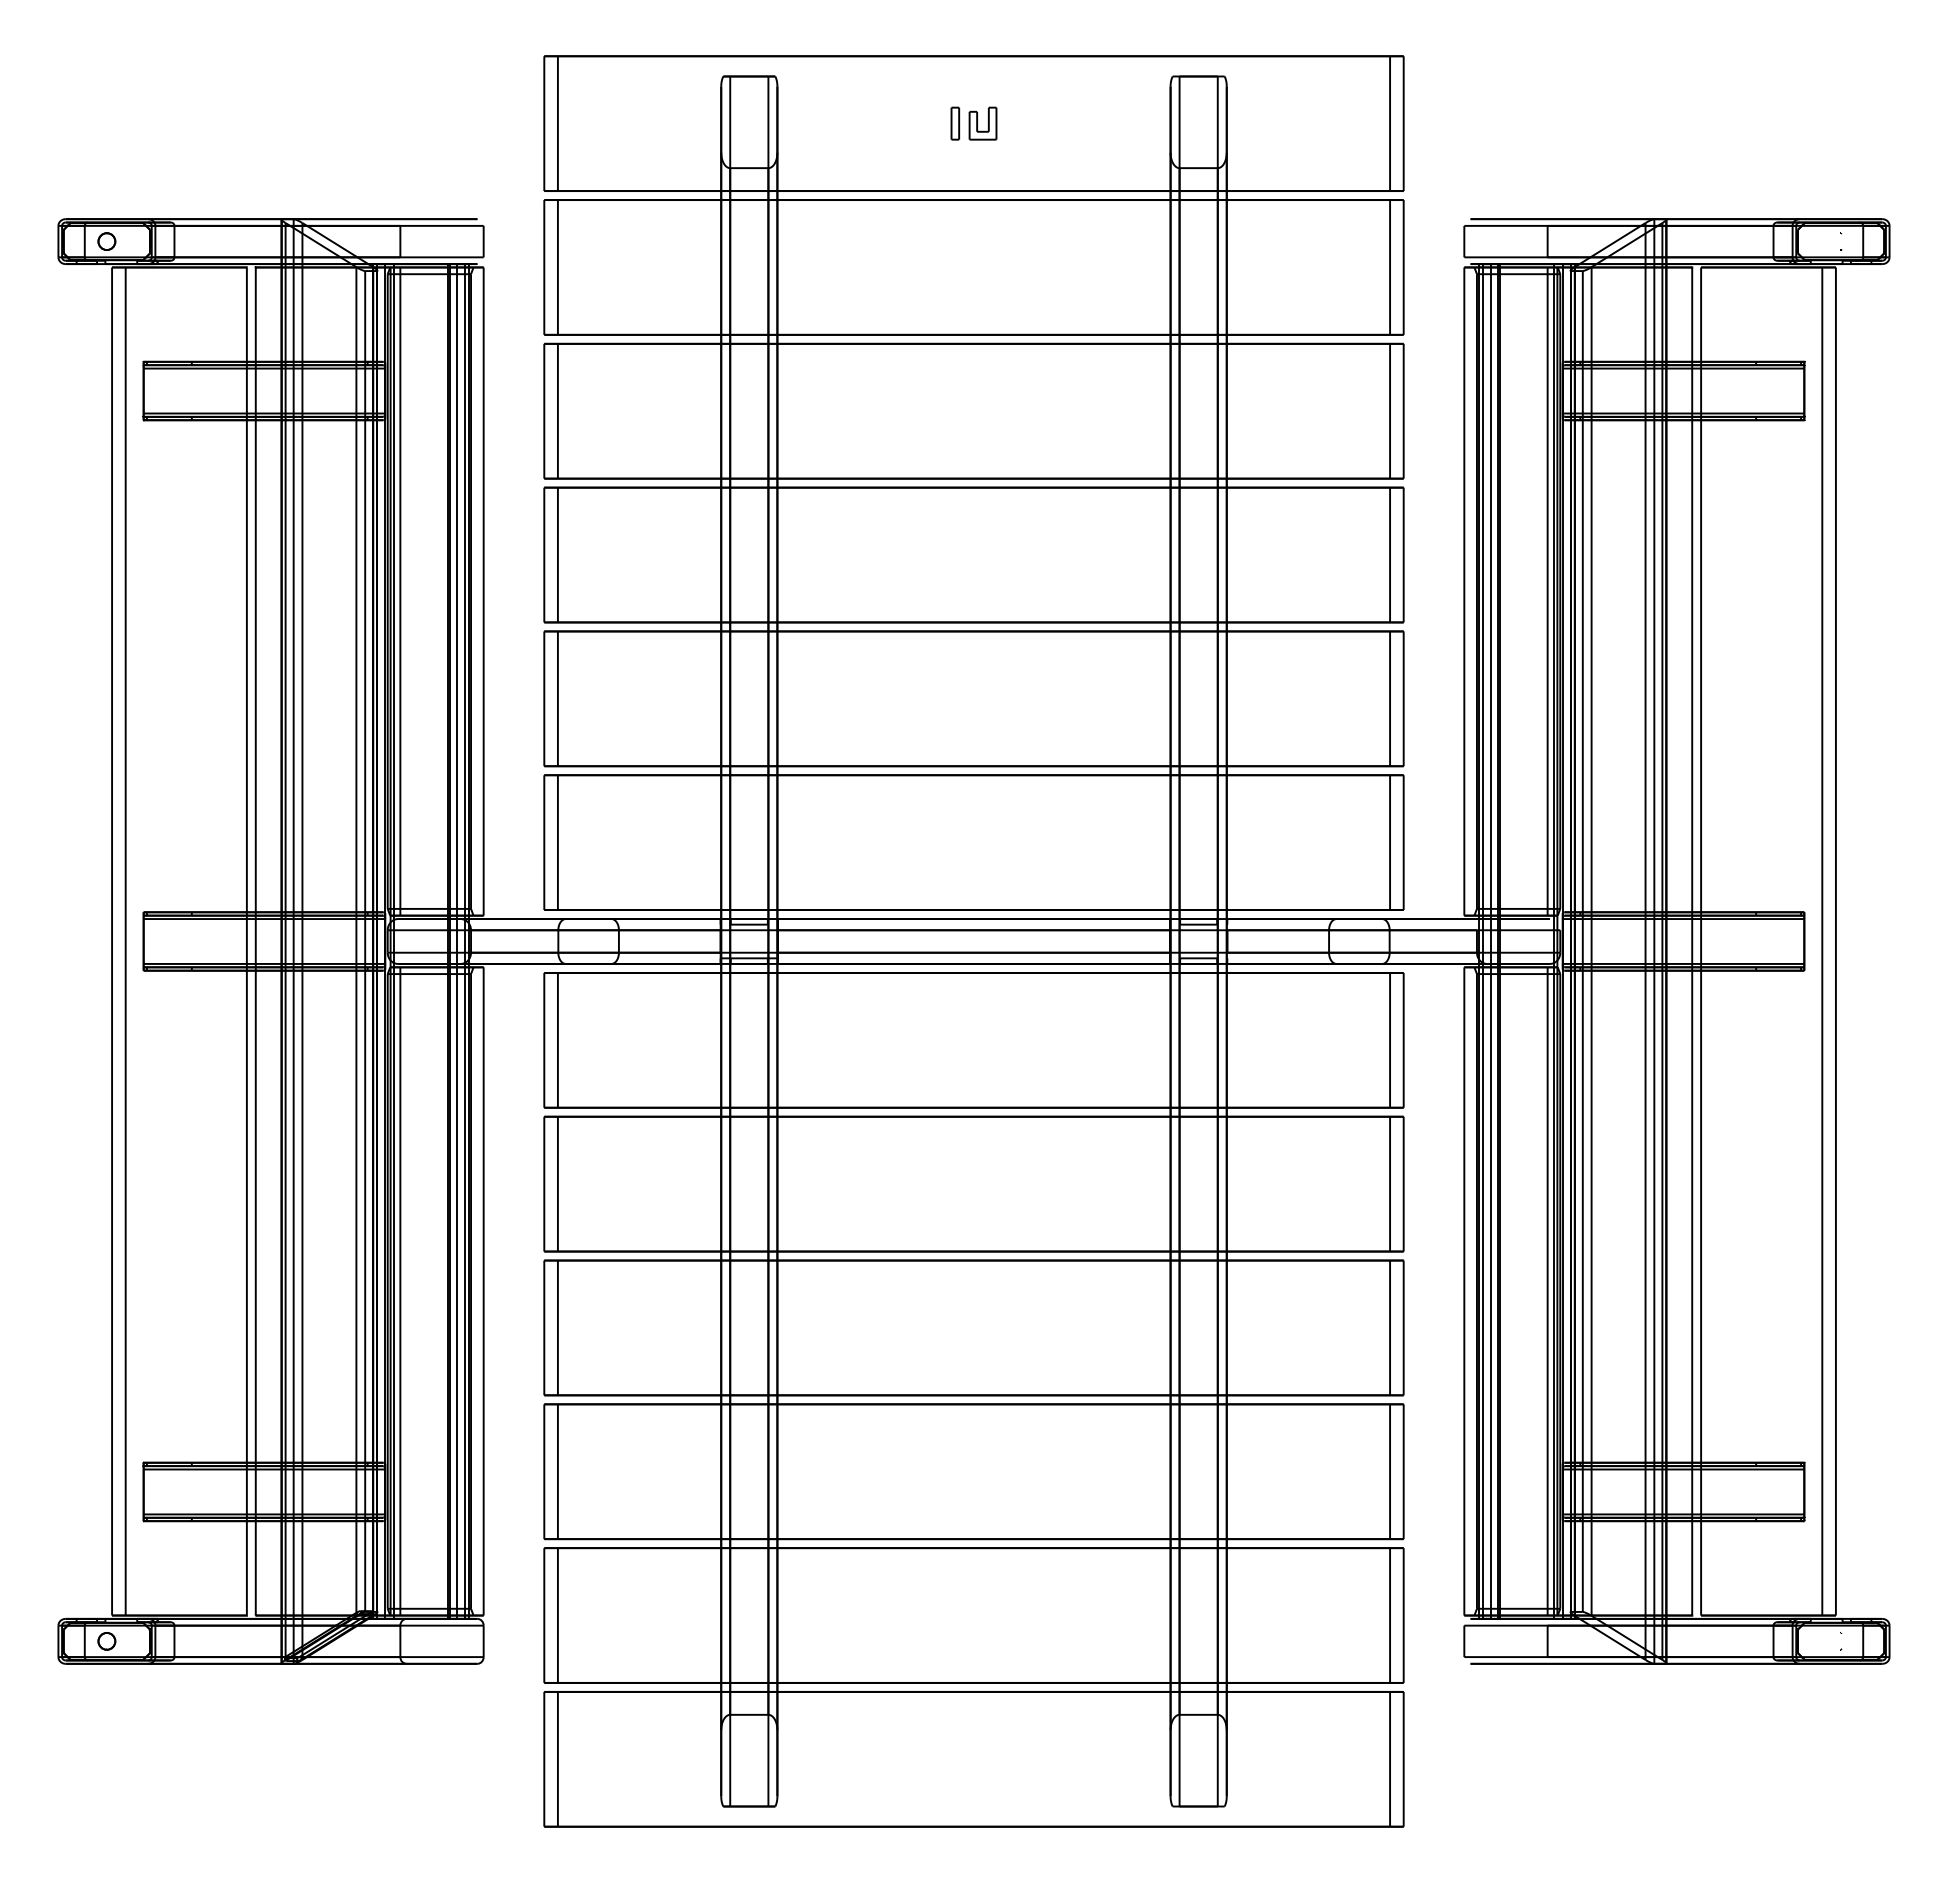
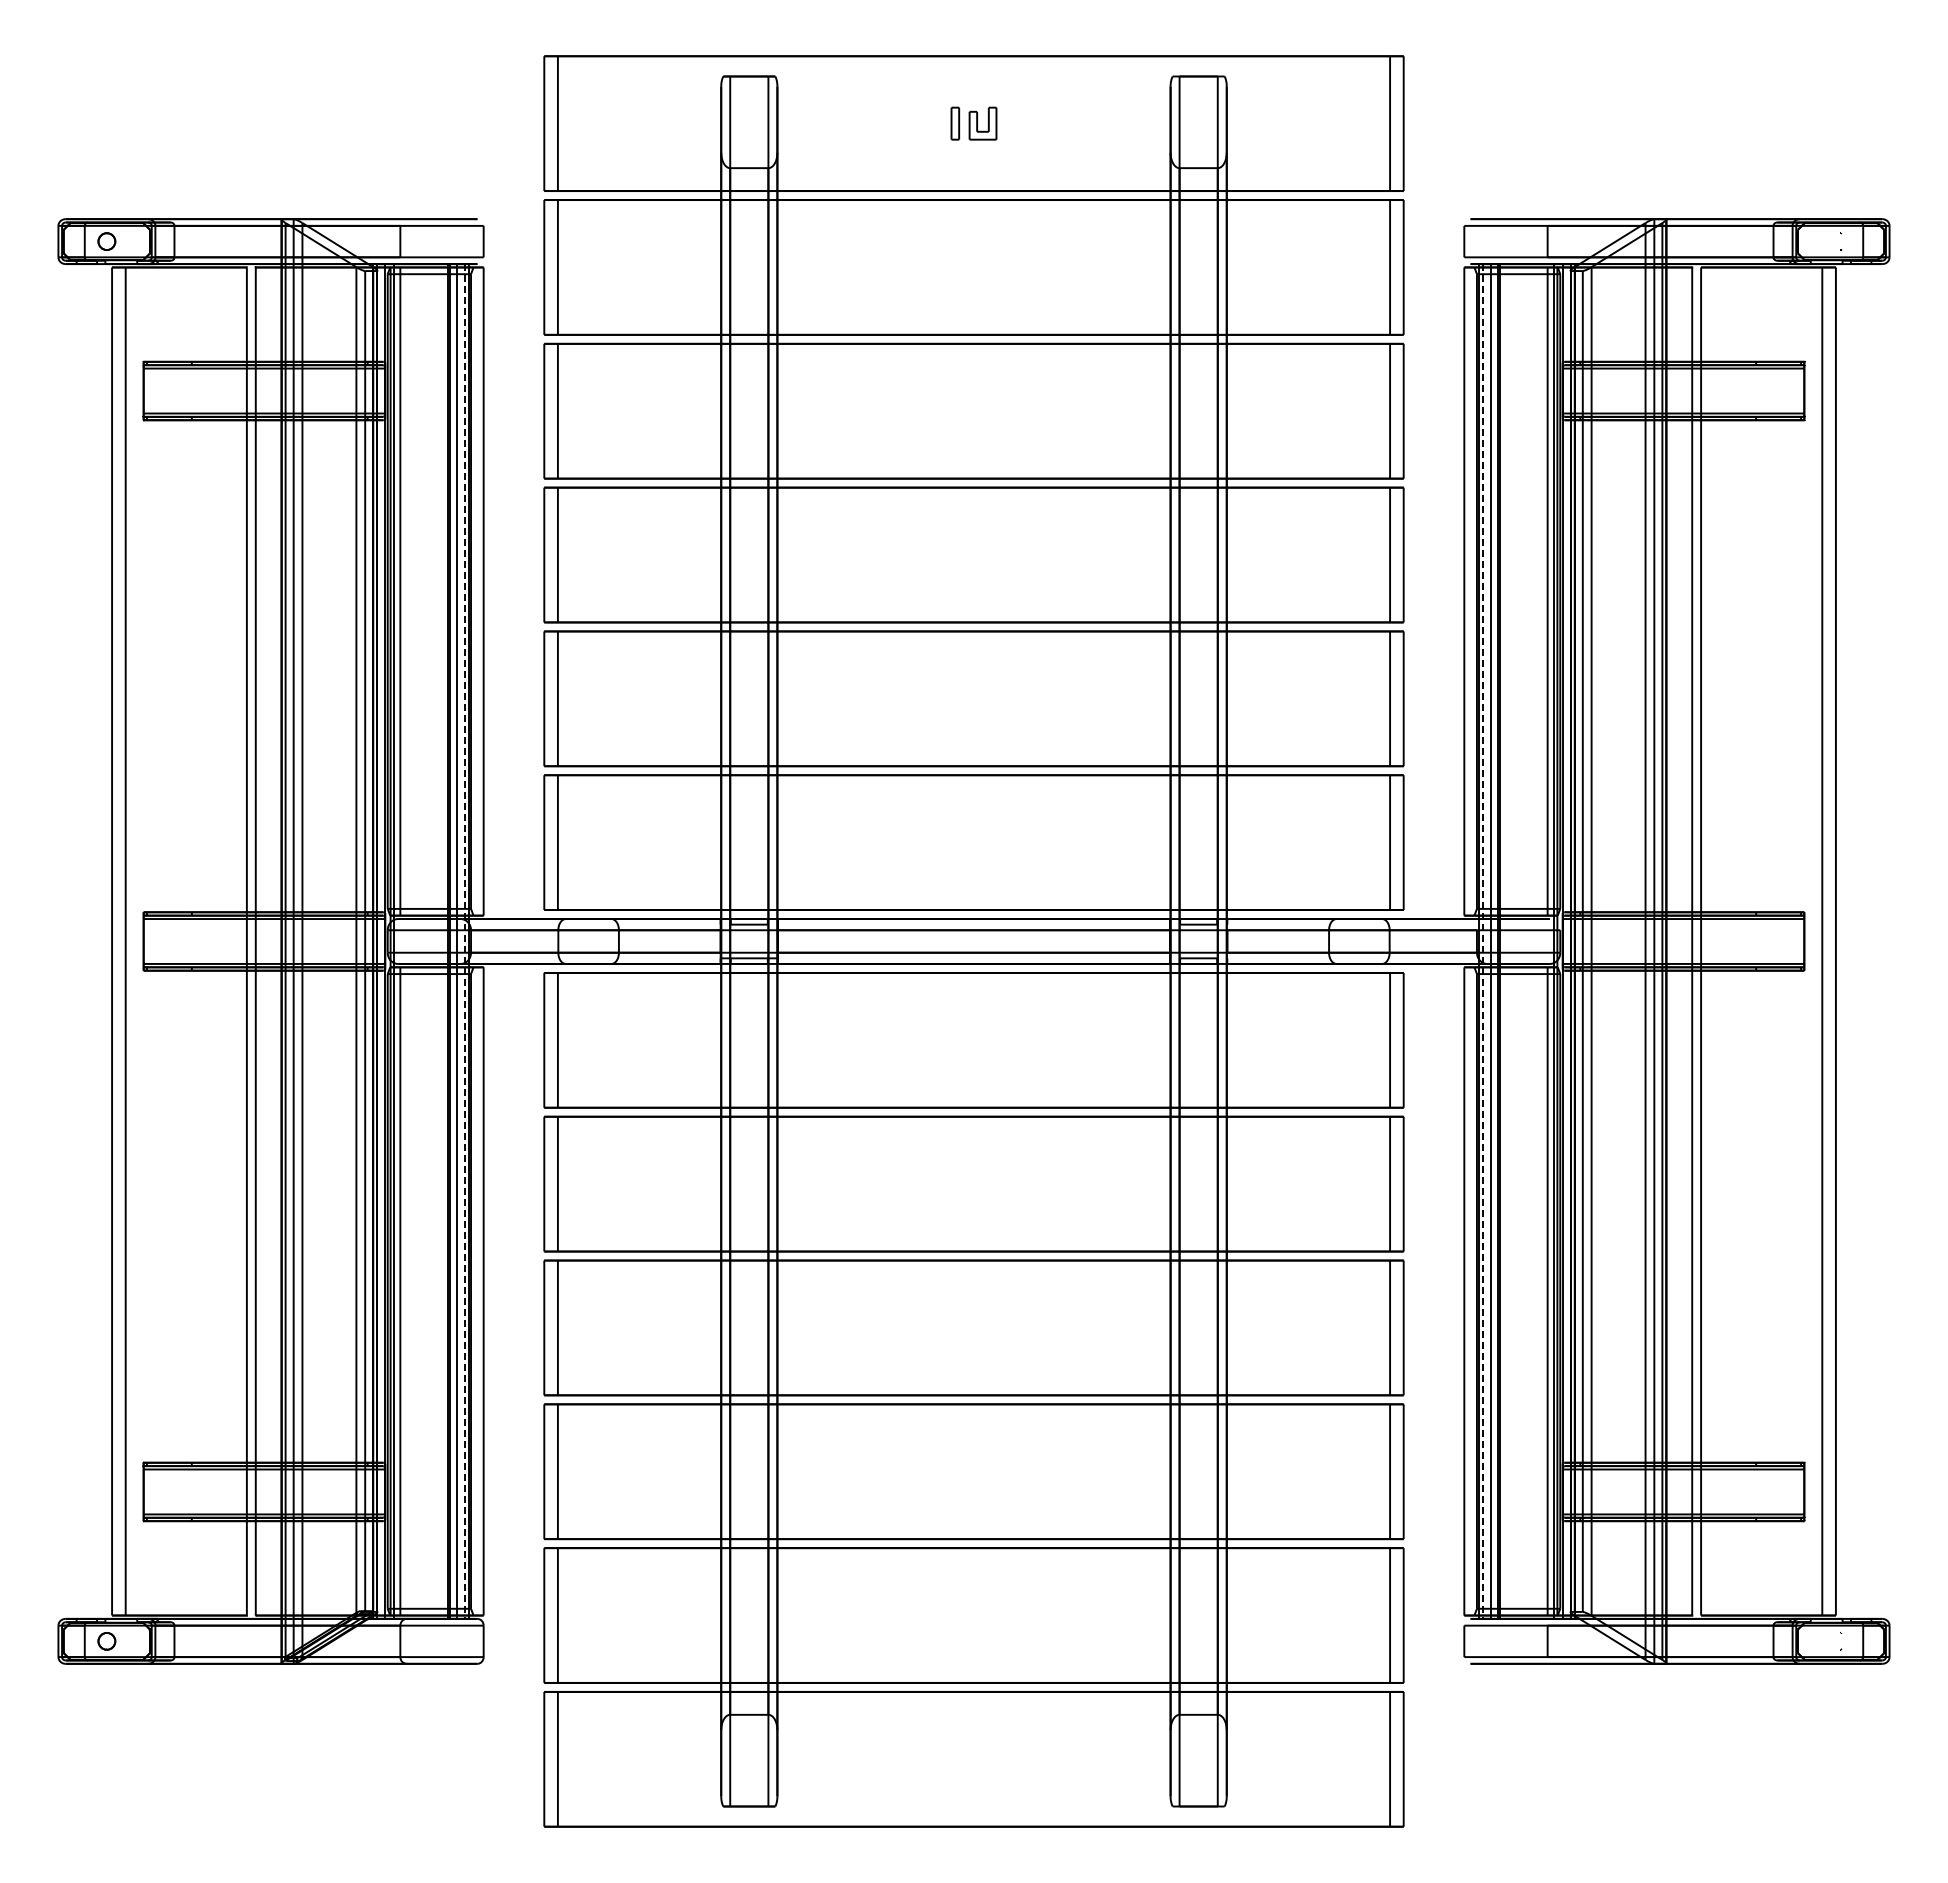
line at (464, 941): solid -> dashed
line at (1483, 941): solid -> dashed
